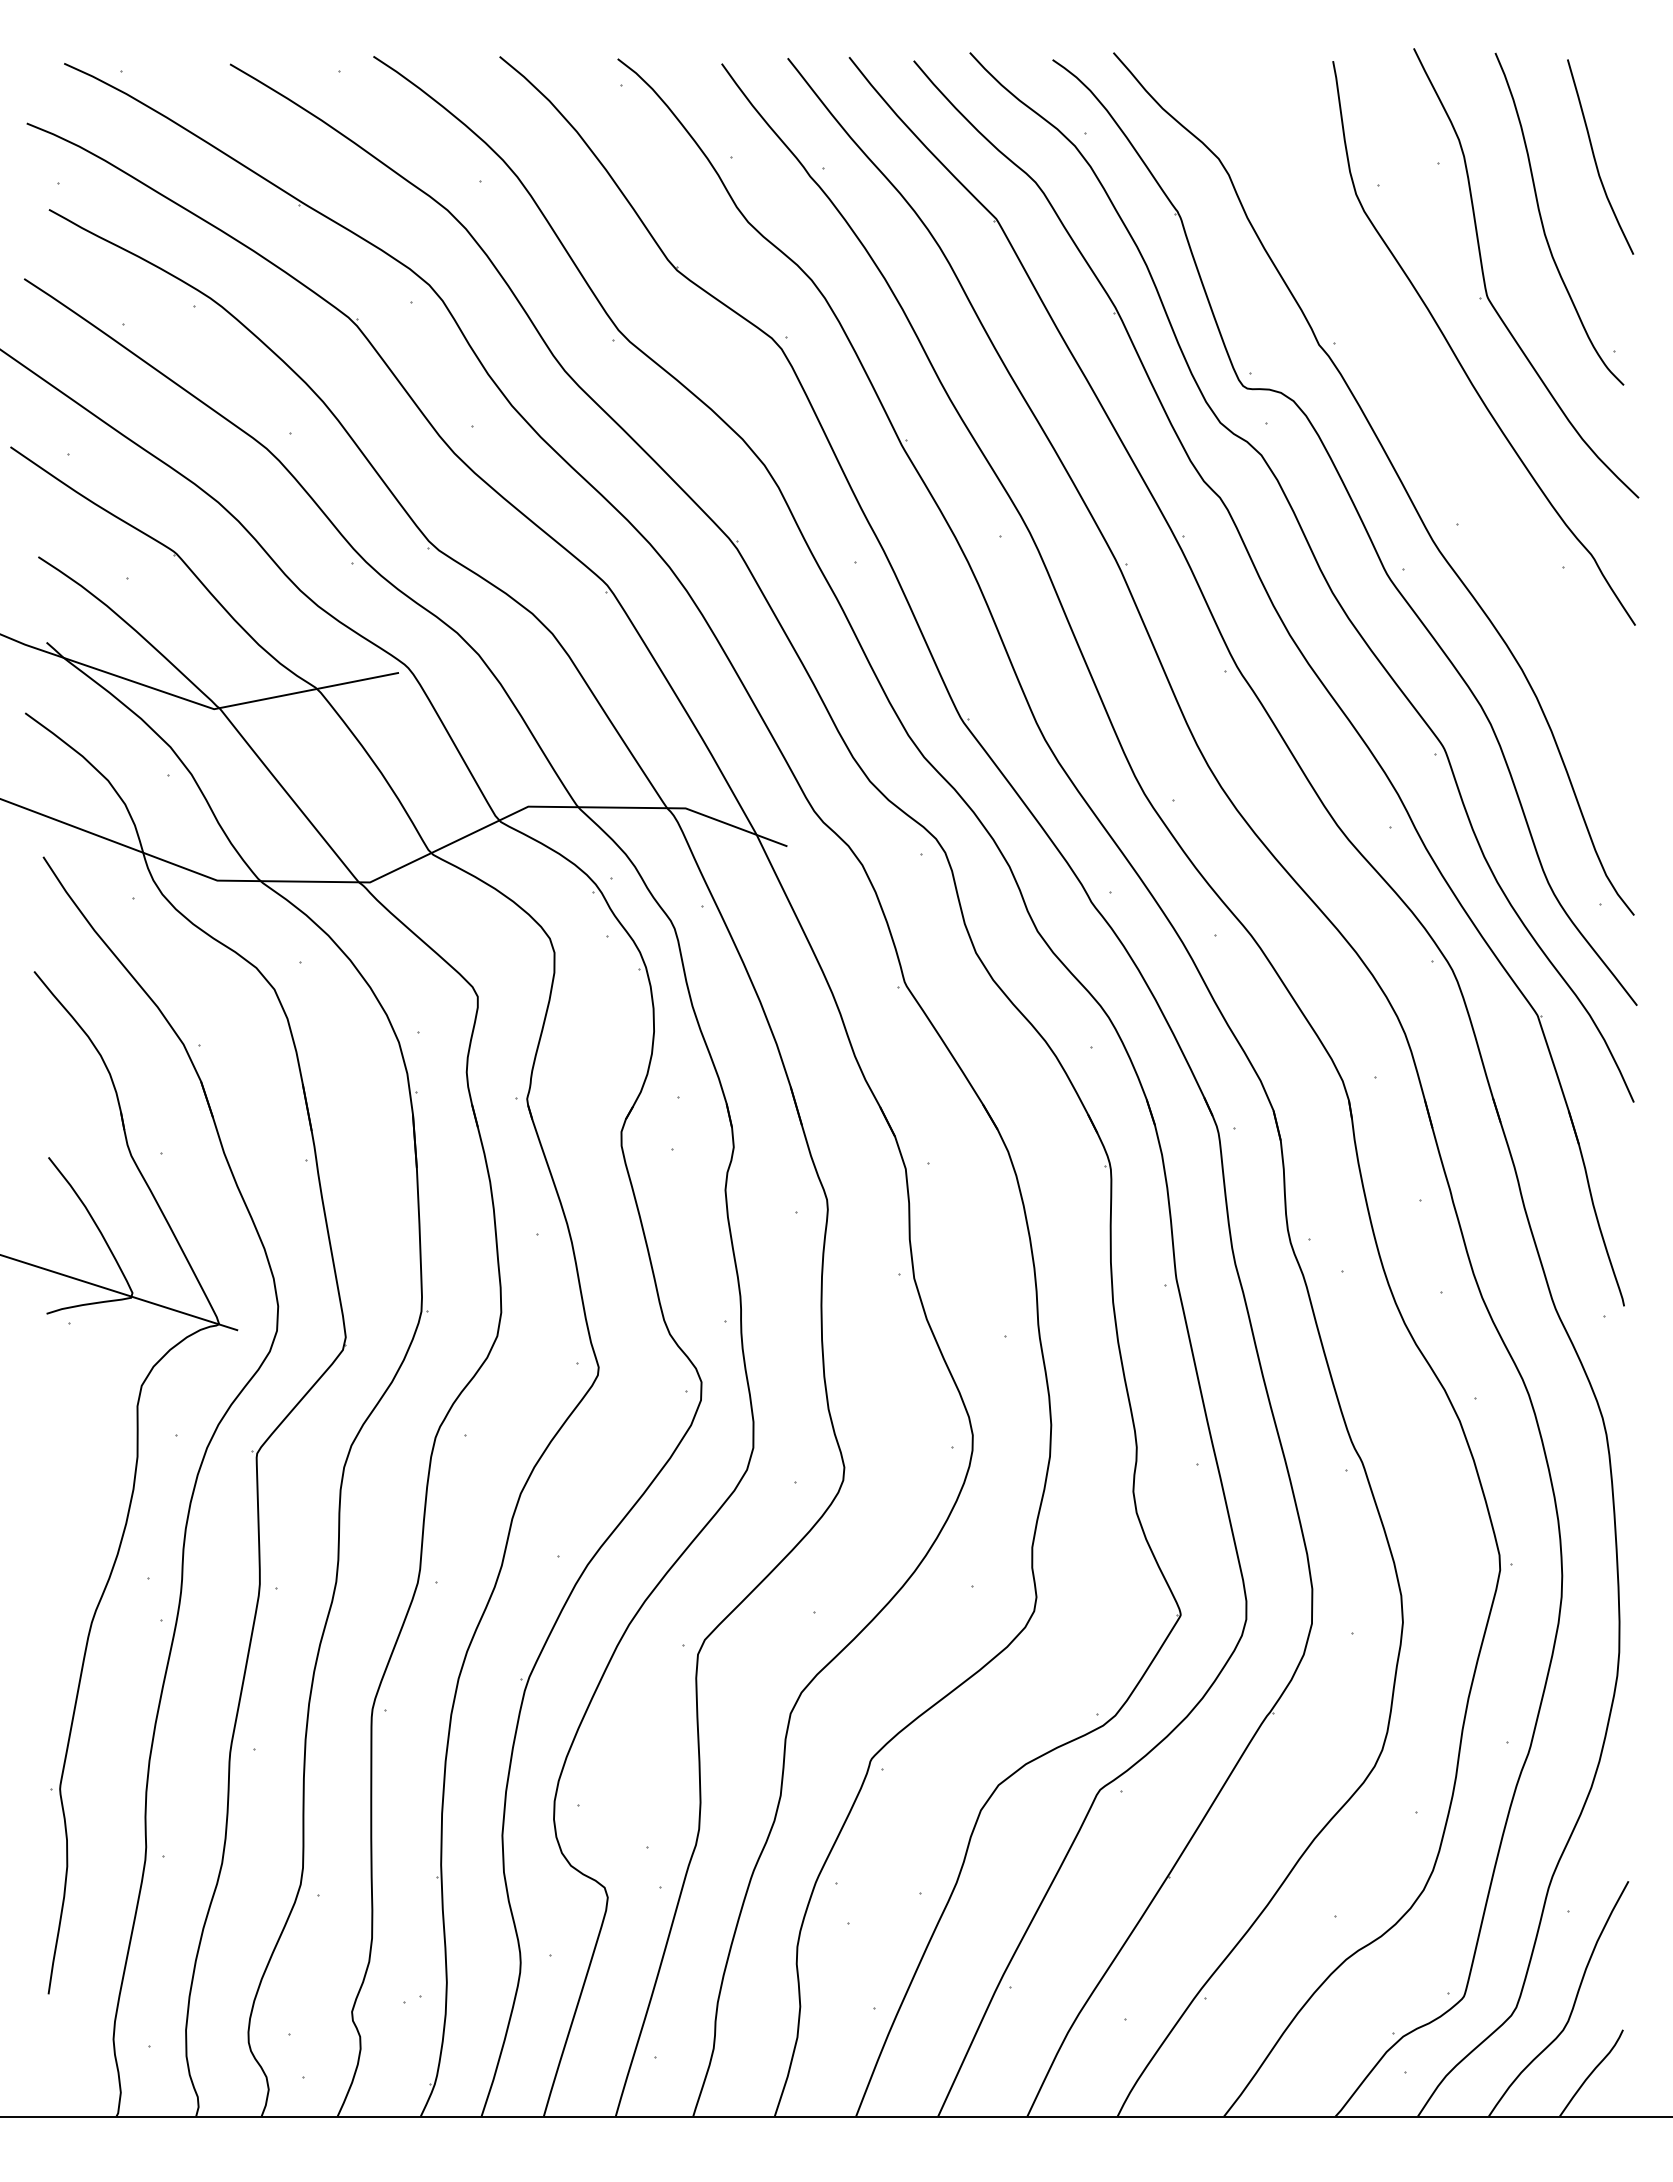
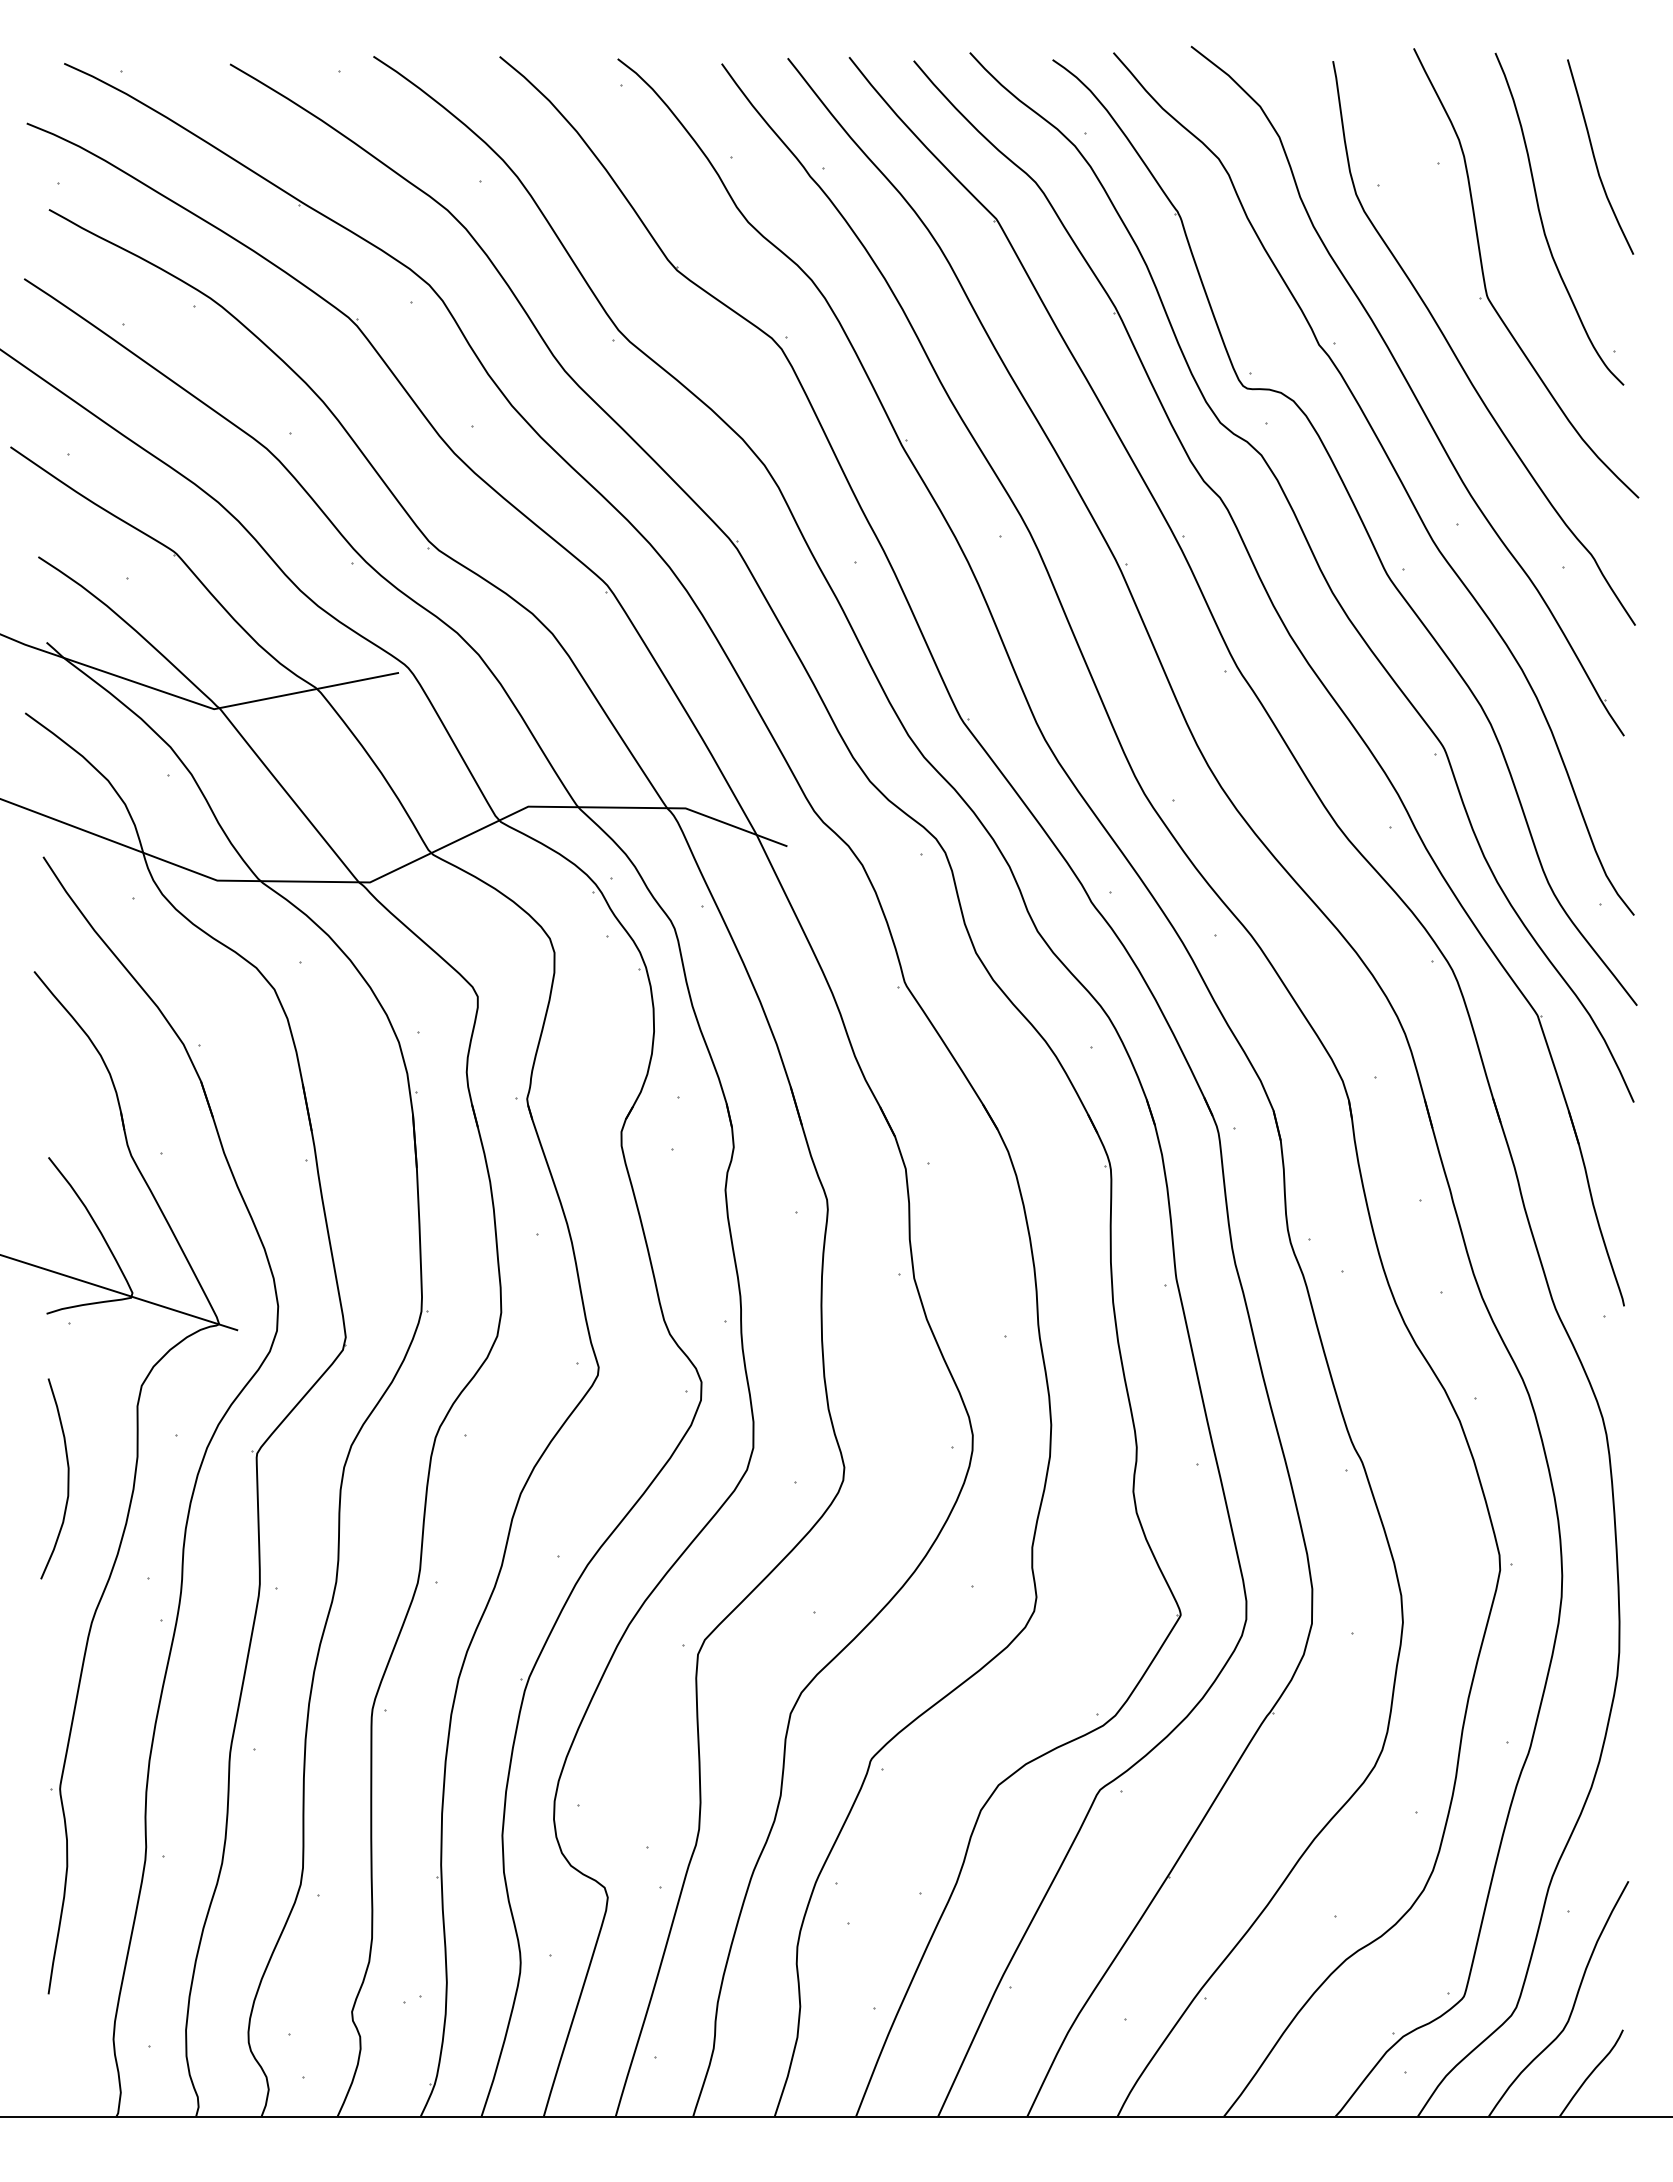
part at (1407, 390): none -> present
curve at (67, 1478): none -> present
